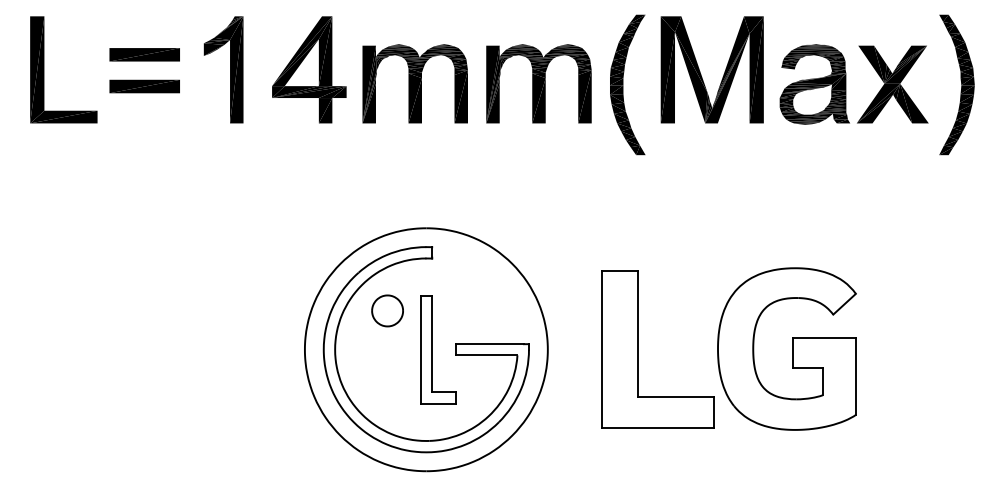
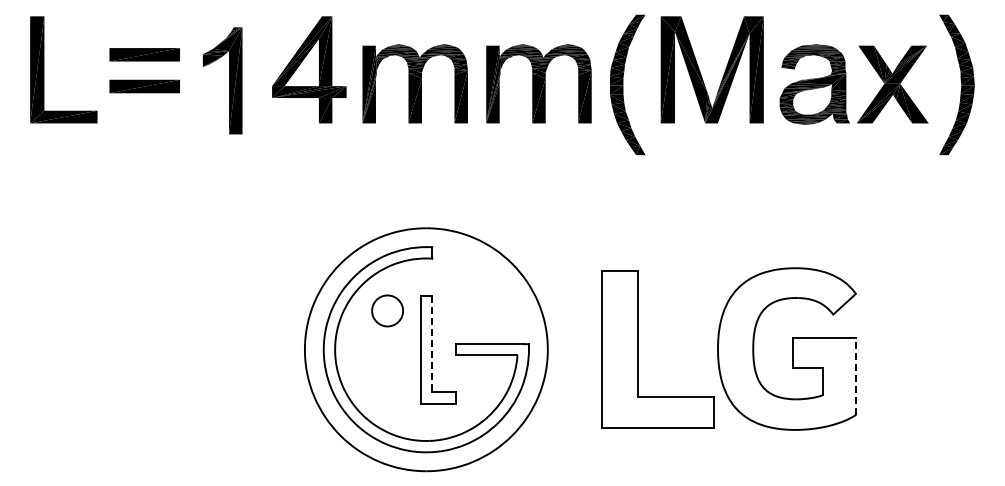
part at (230, 69) position: (230, 69) -> (229, 80)
line at (432, 344): solid -> dashed
line at (856, 376): solid -> dashed
